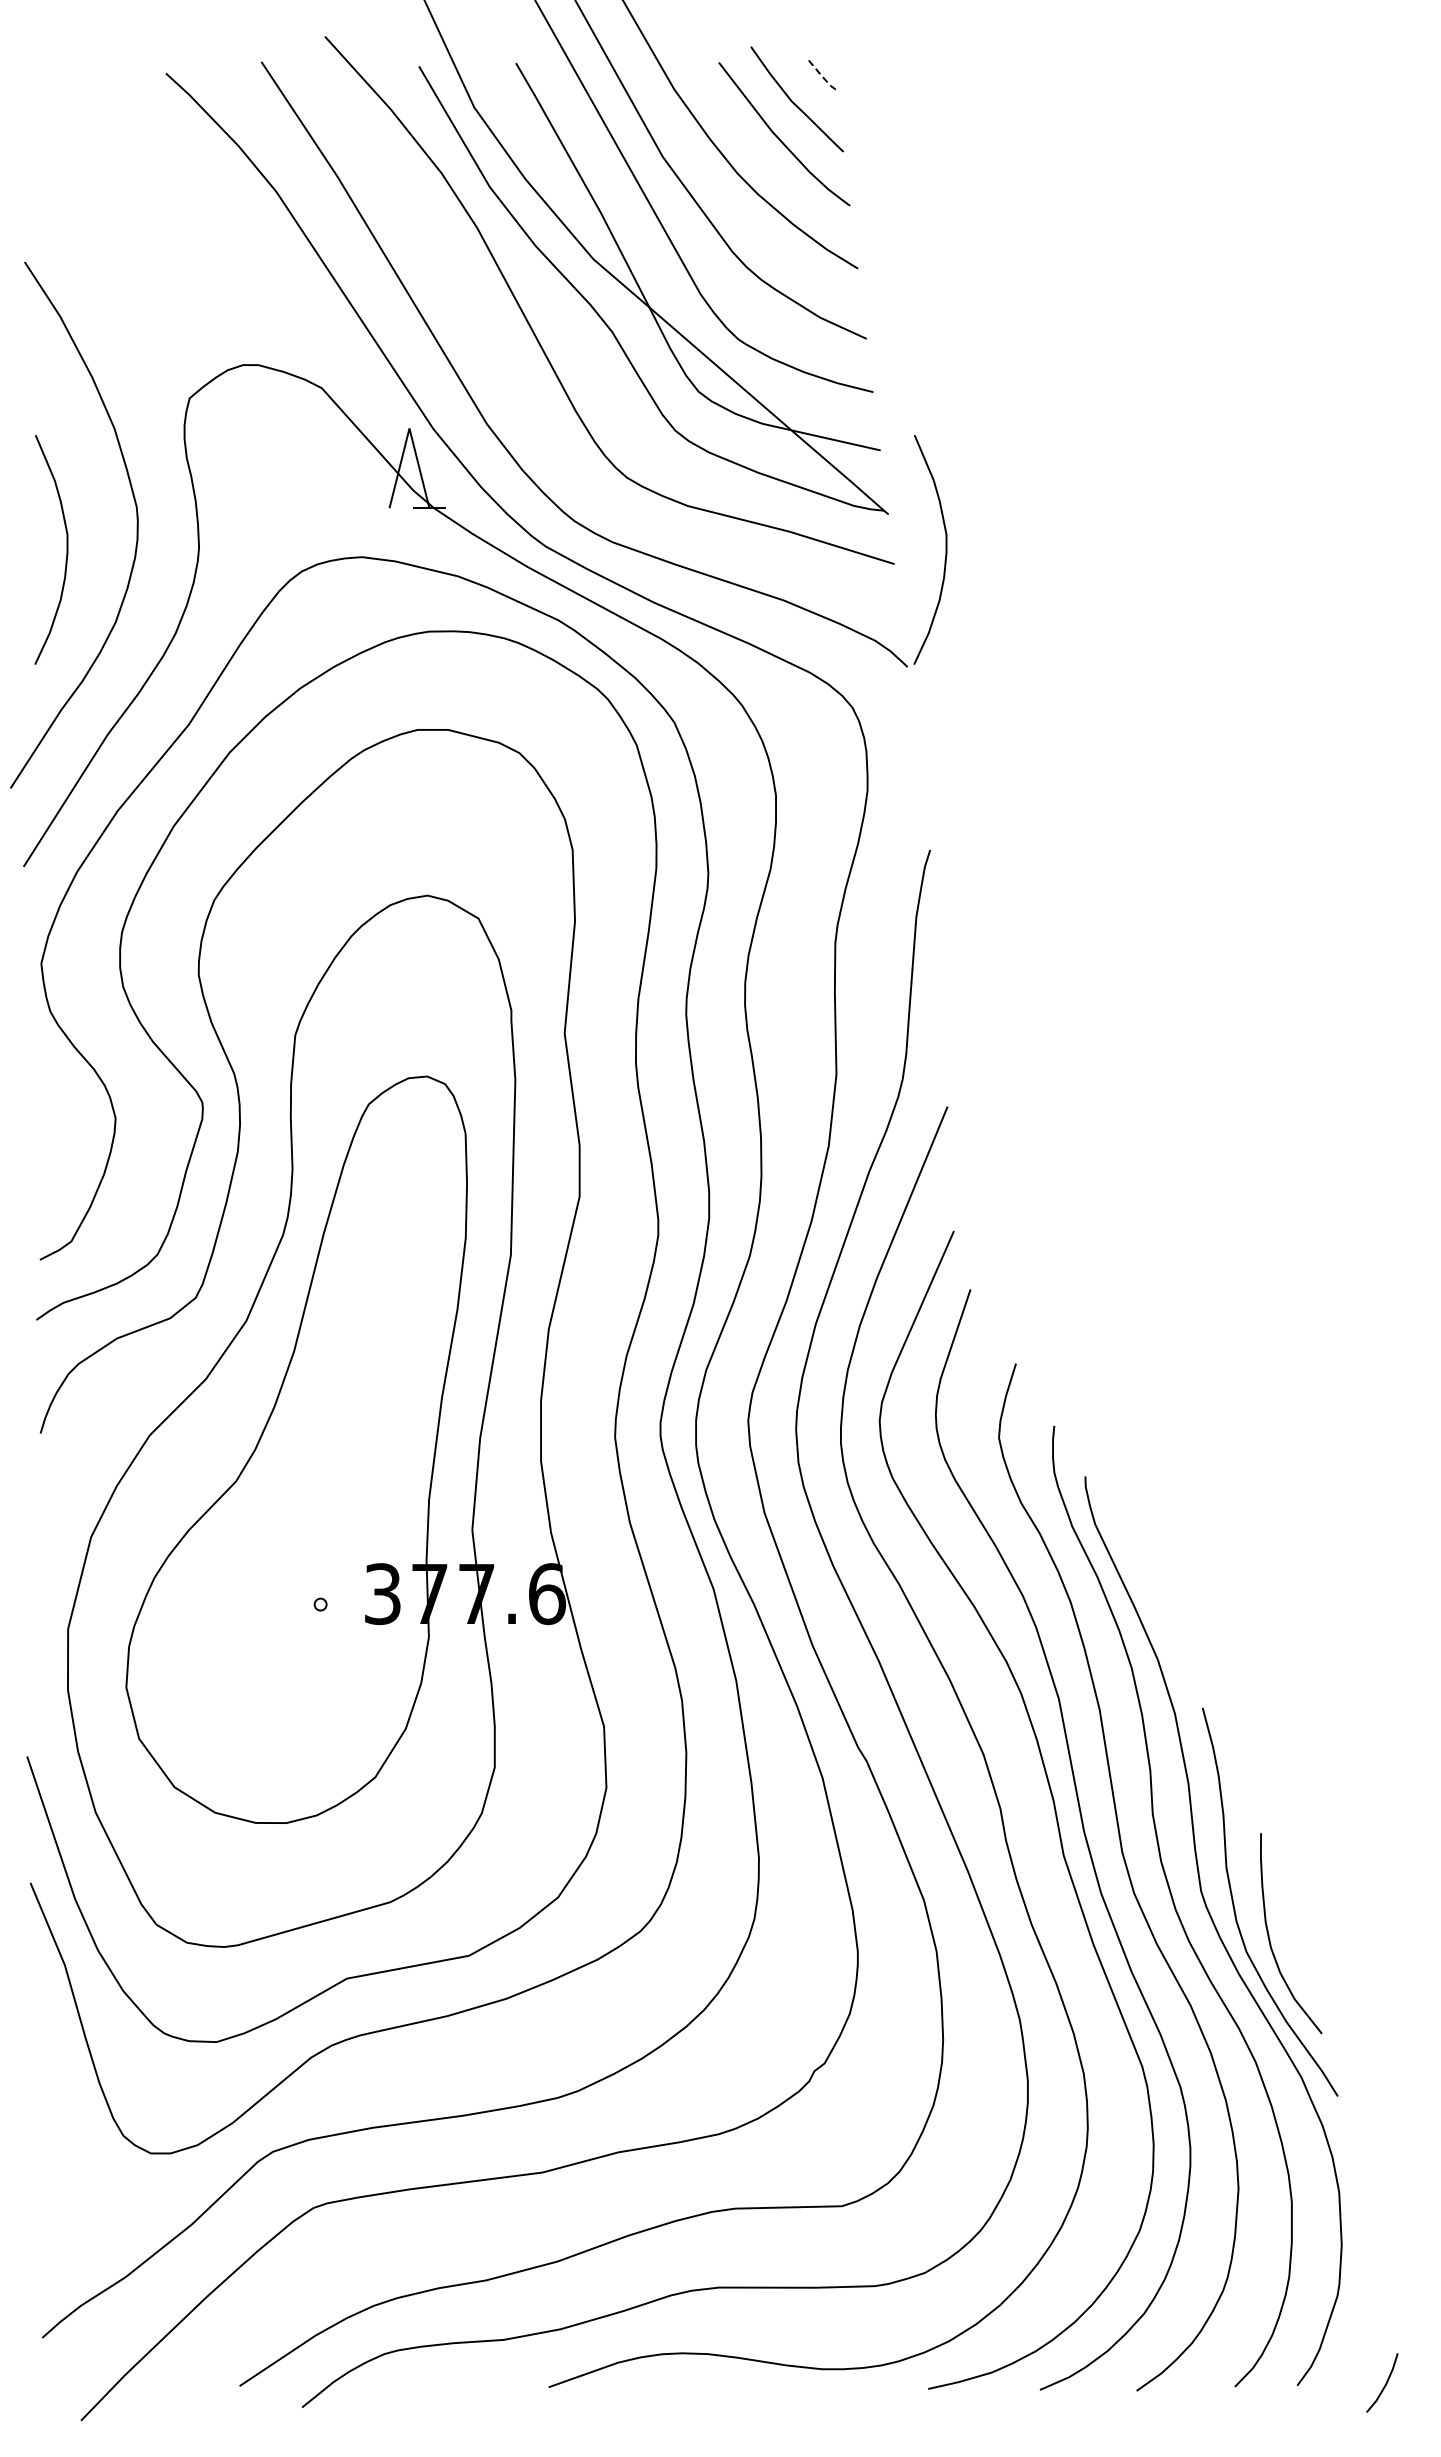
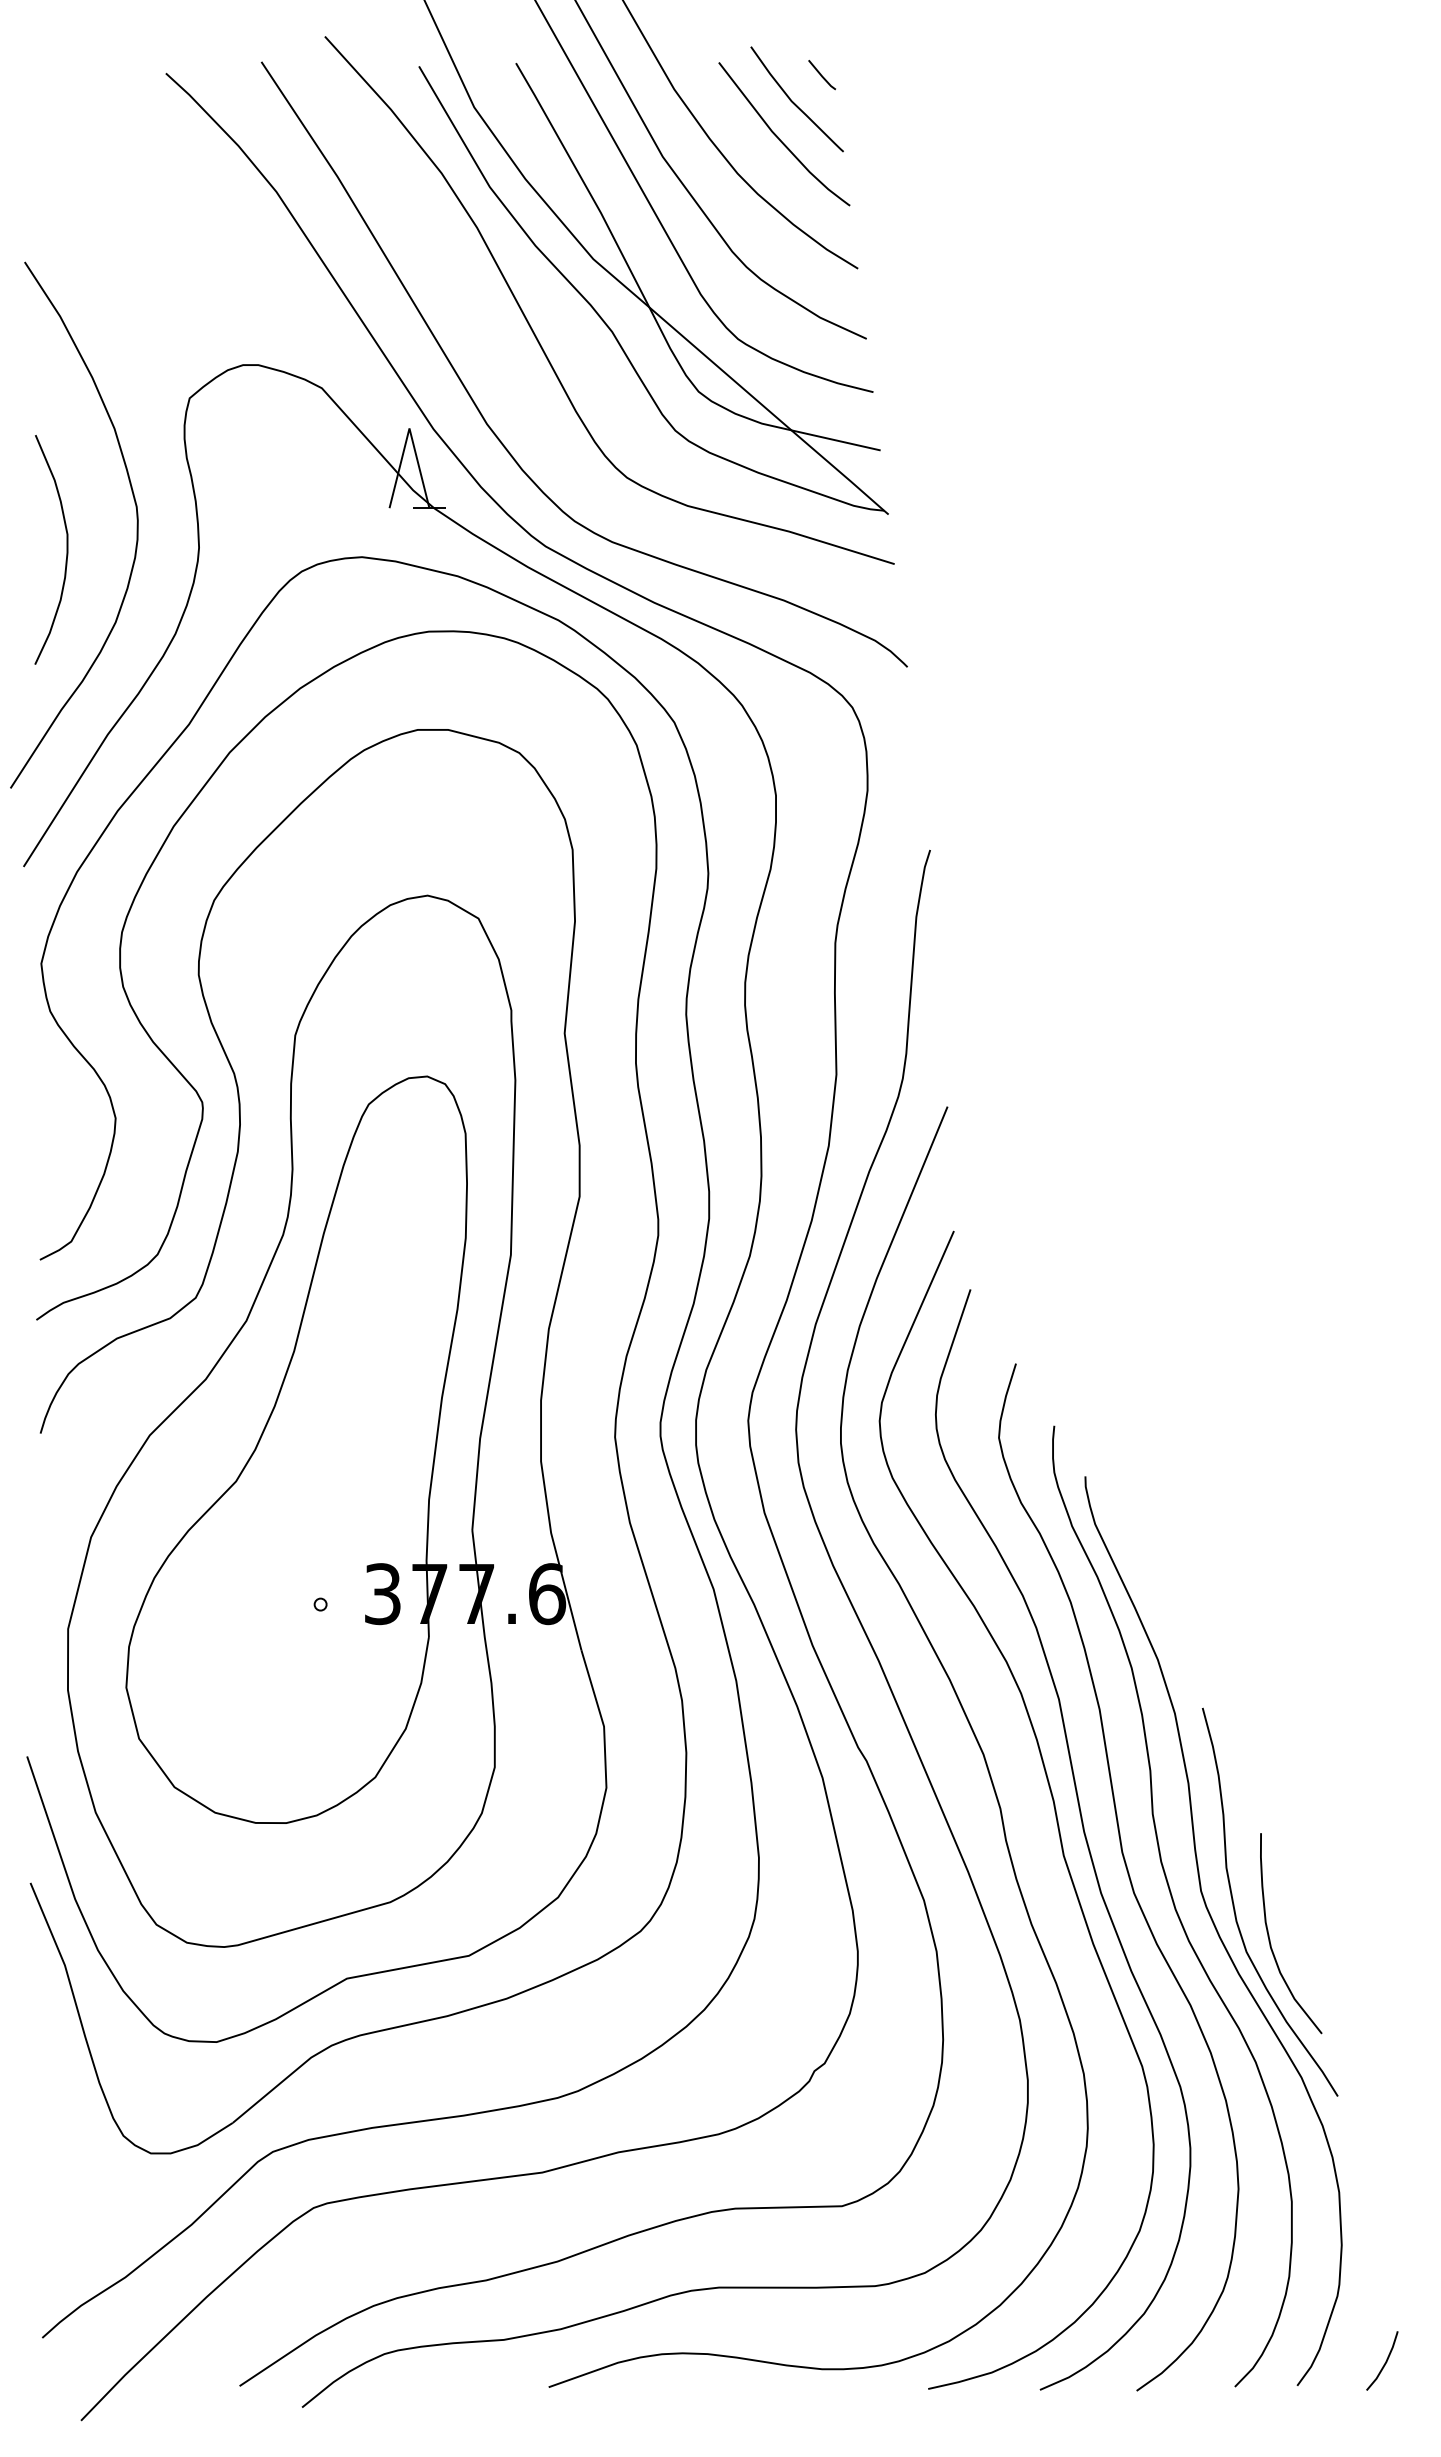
line at (821, 75): dashed -> solid
curve at (945, 549): present -> none
curve at (1385, 2383) position: (1385, 2383) -> (1385, 2361)
